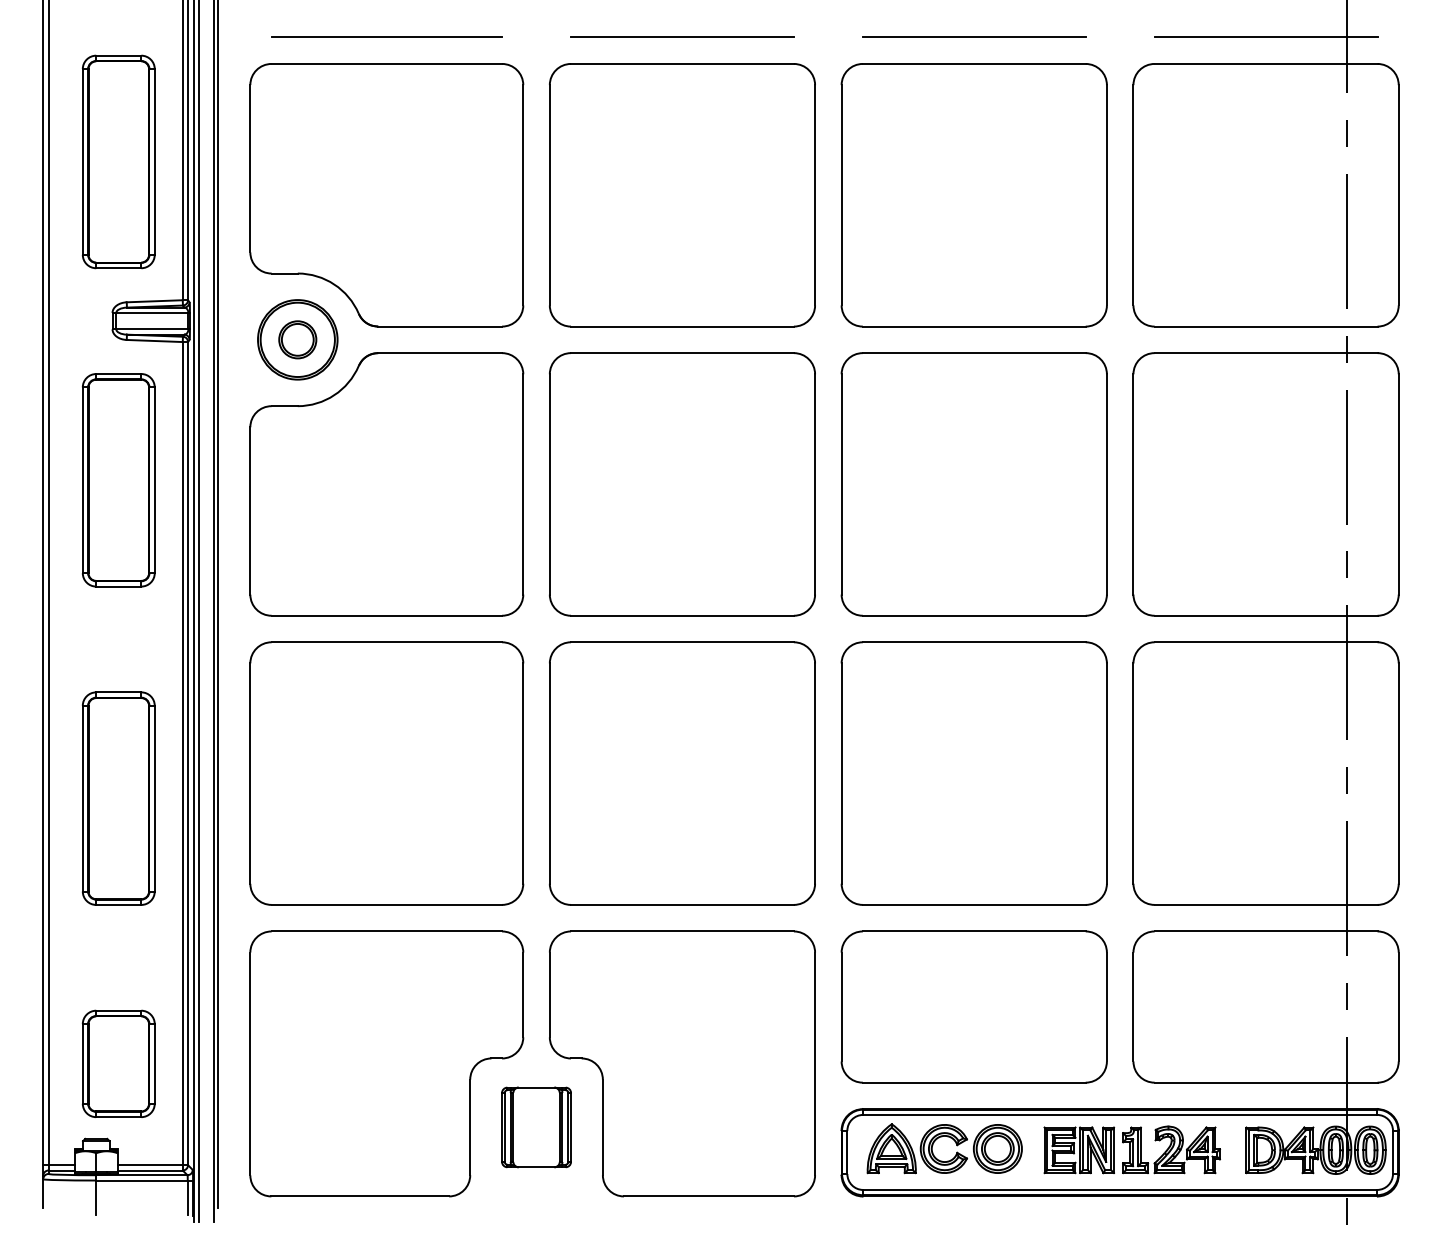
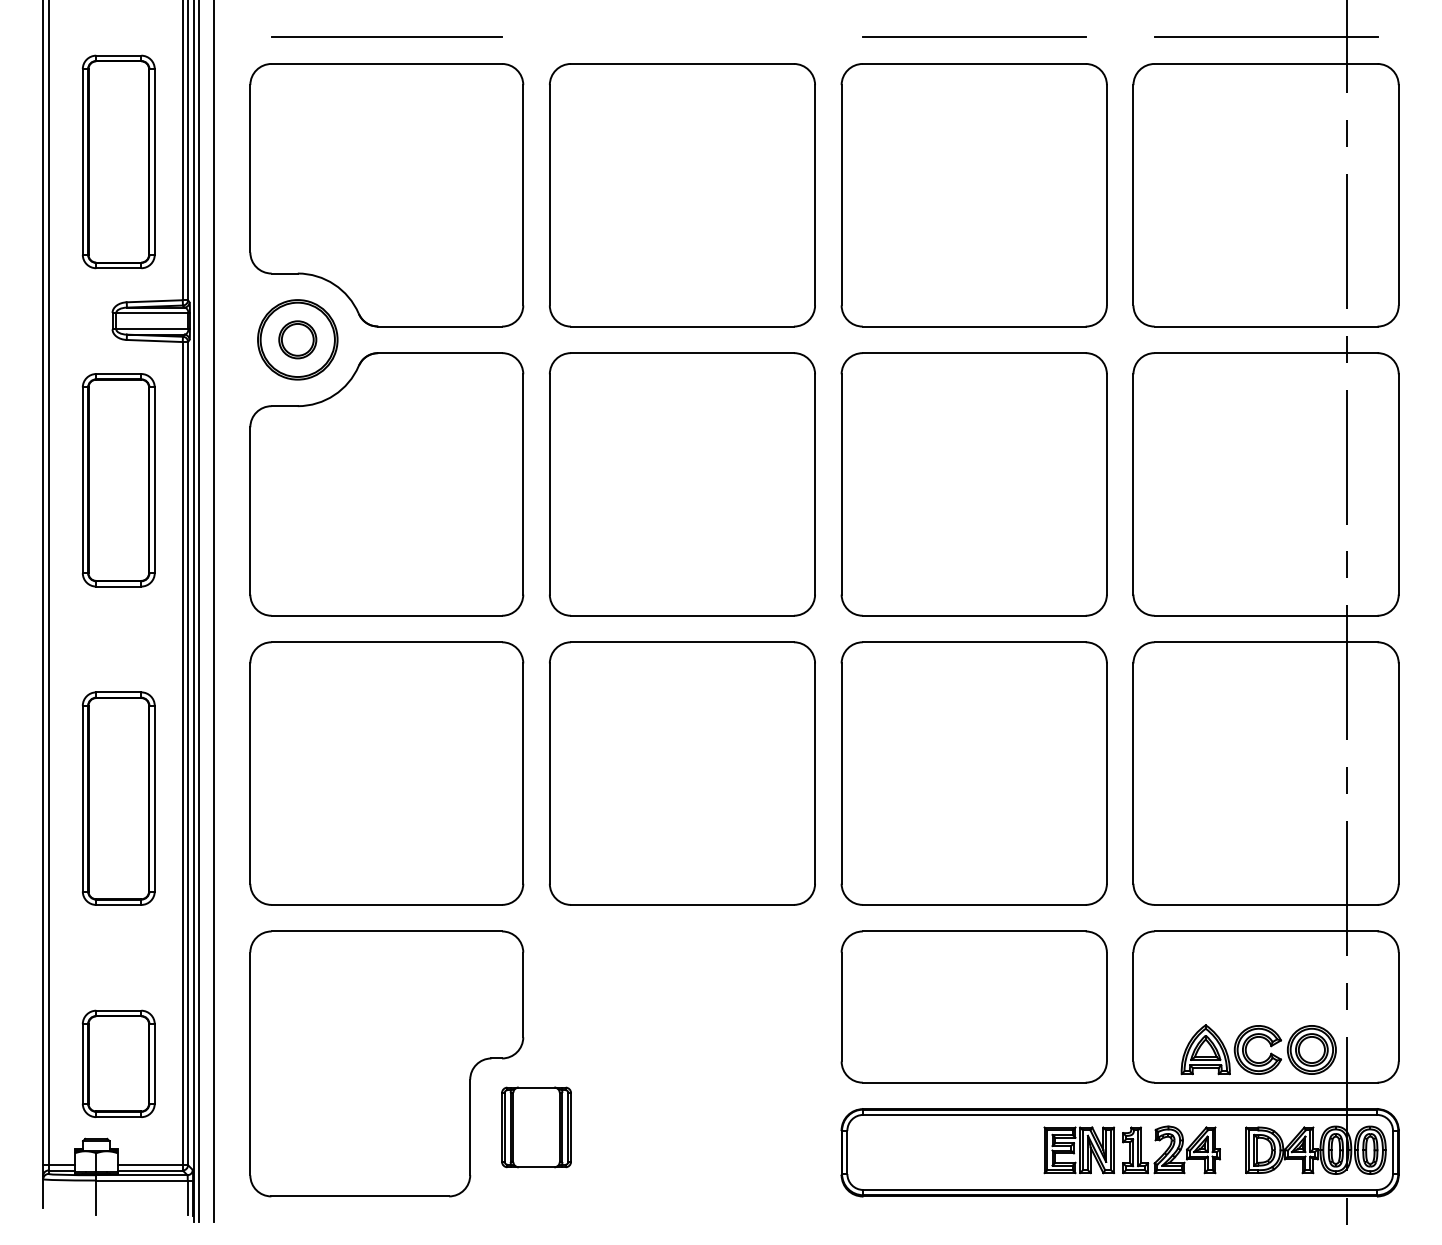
line at (682, 37): present -> none
line at (218, 604): present -> none
part at (682, 1063): present -> none
part at (939, 1138) position: (939, 1138) -> (1253, 1039)
